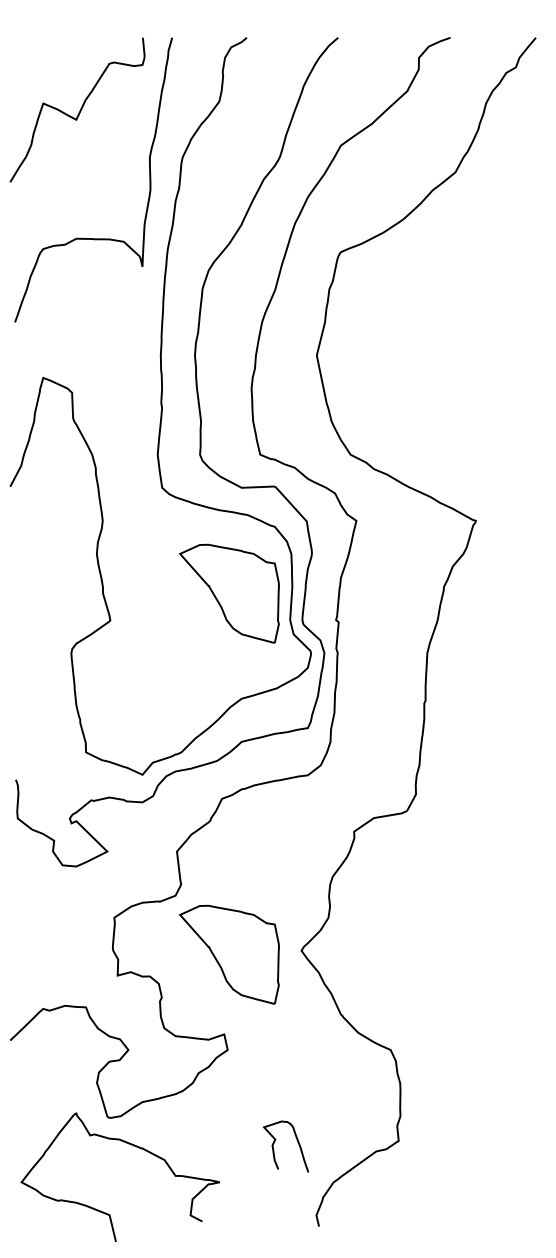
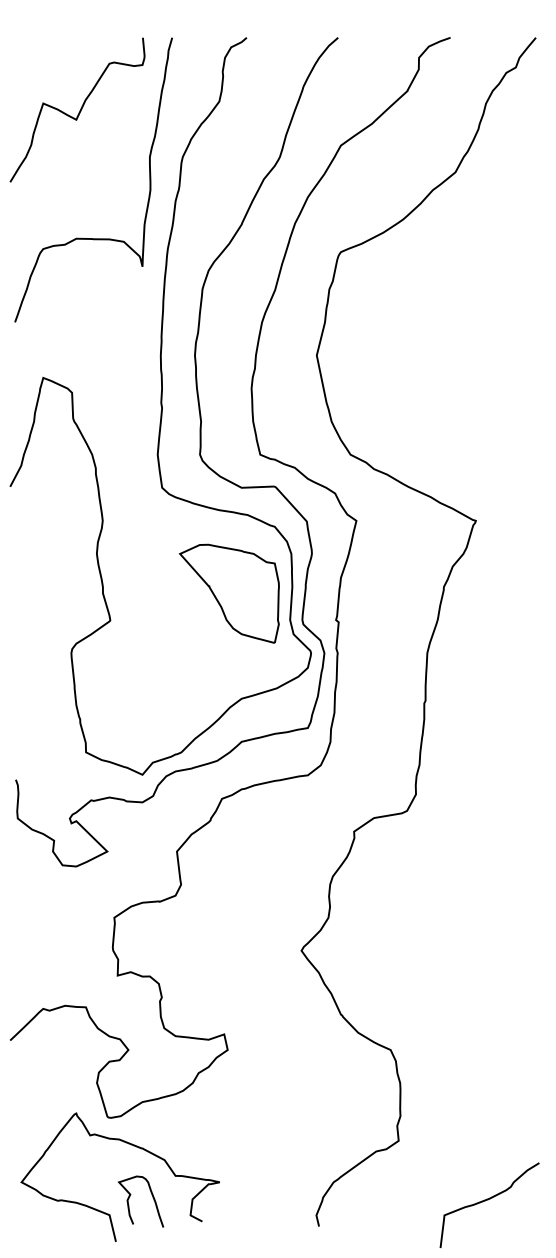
part at (228, 954): present -> none
curve at (275, 1141) position: (275, 1141) -> (130, 1196)
curve at (488, 1200): none -> present
